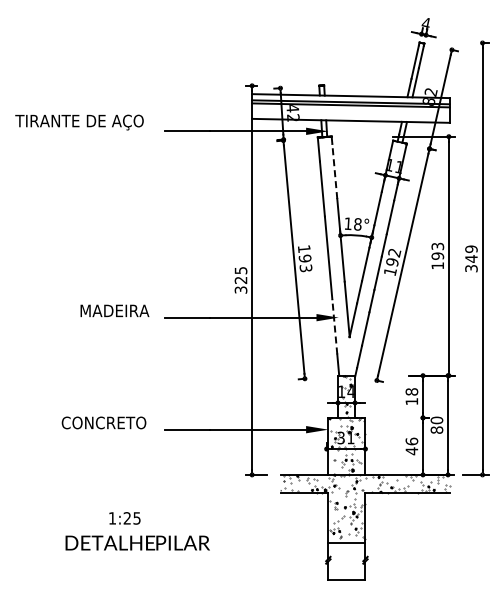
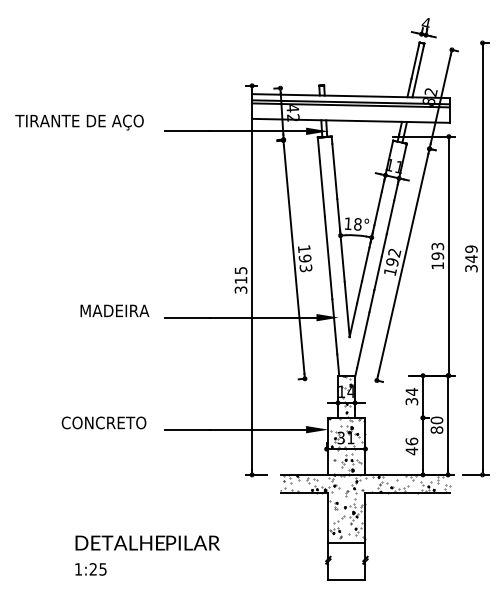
line at (334, 171): dashed -> solid
text at (240, 280): 325 -> 315
line at (334, 326): dashed -> solid
text at (411, 396): 18 -> 34
text at (124, 518) position: (124, 518) -> (90, 569)
text at (137, 542) position: (137, 542) -> (147, 542)
